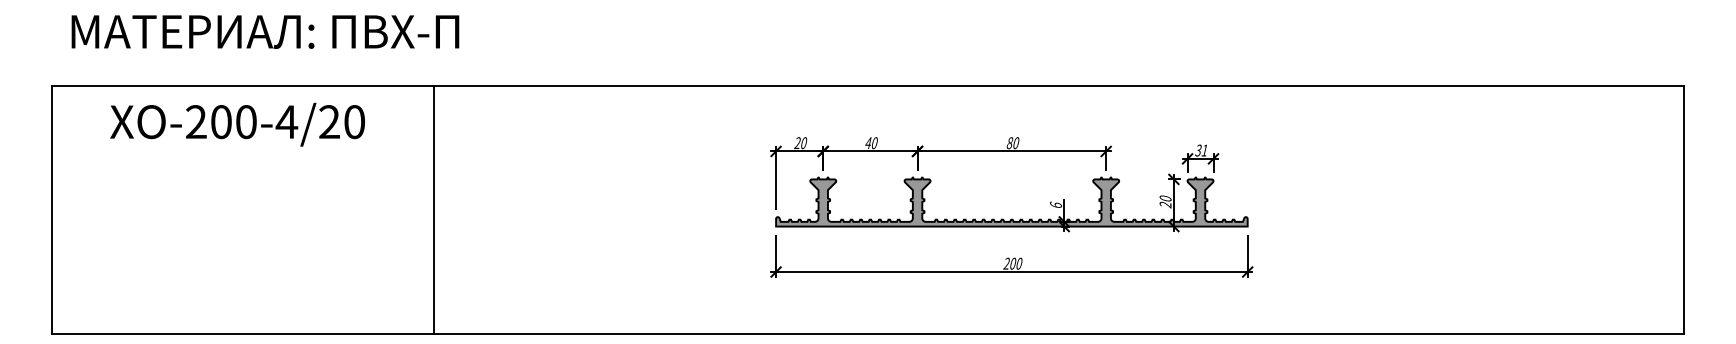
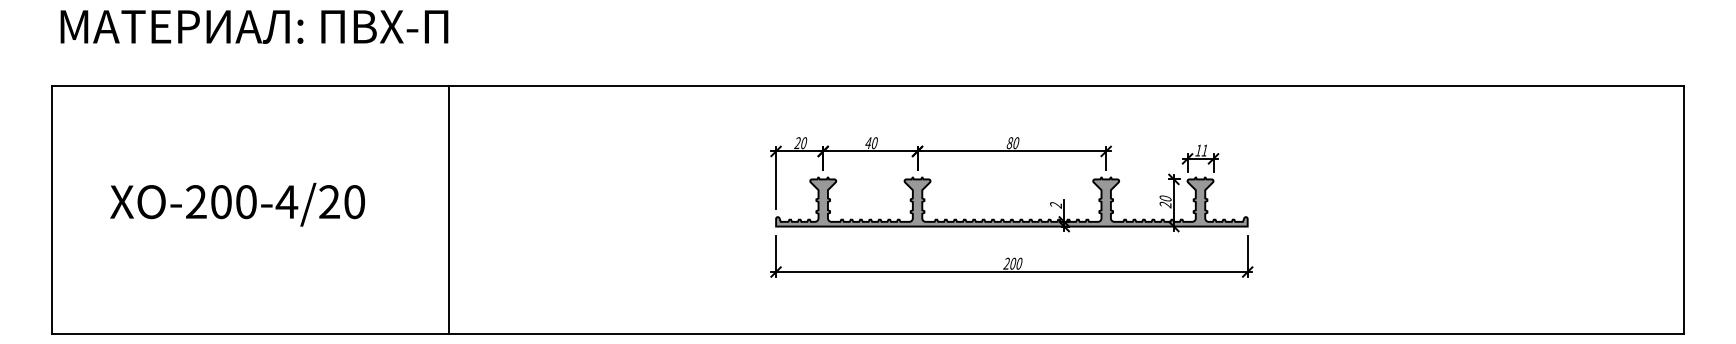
text at (265, 31) position: (265, 31) -> (254, 26)
text at (237, 124) position: (237, 124) -> (237, 204)
text at (1198, 150): 31 -> 11
text at (1055, 204): 6 -> 2
line at (433, 209) position: (433, 209) -> (448, 209)
